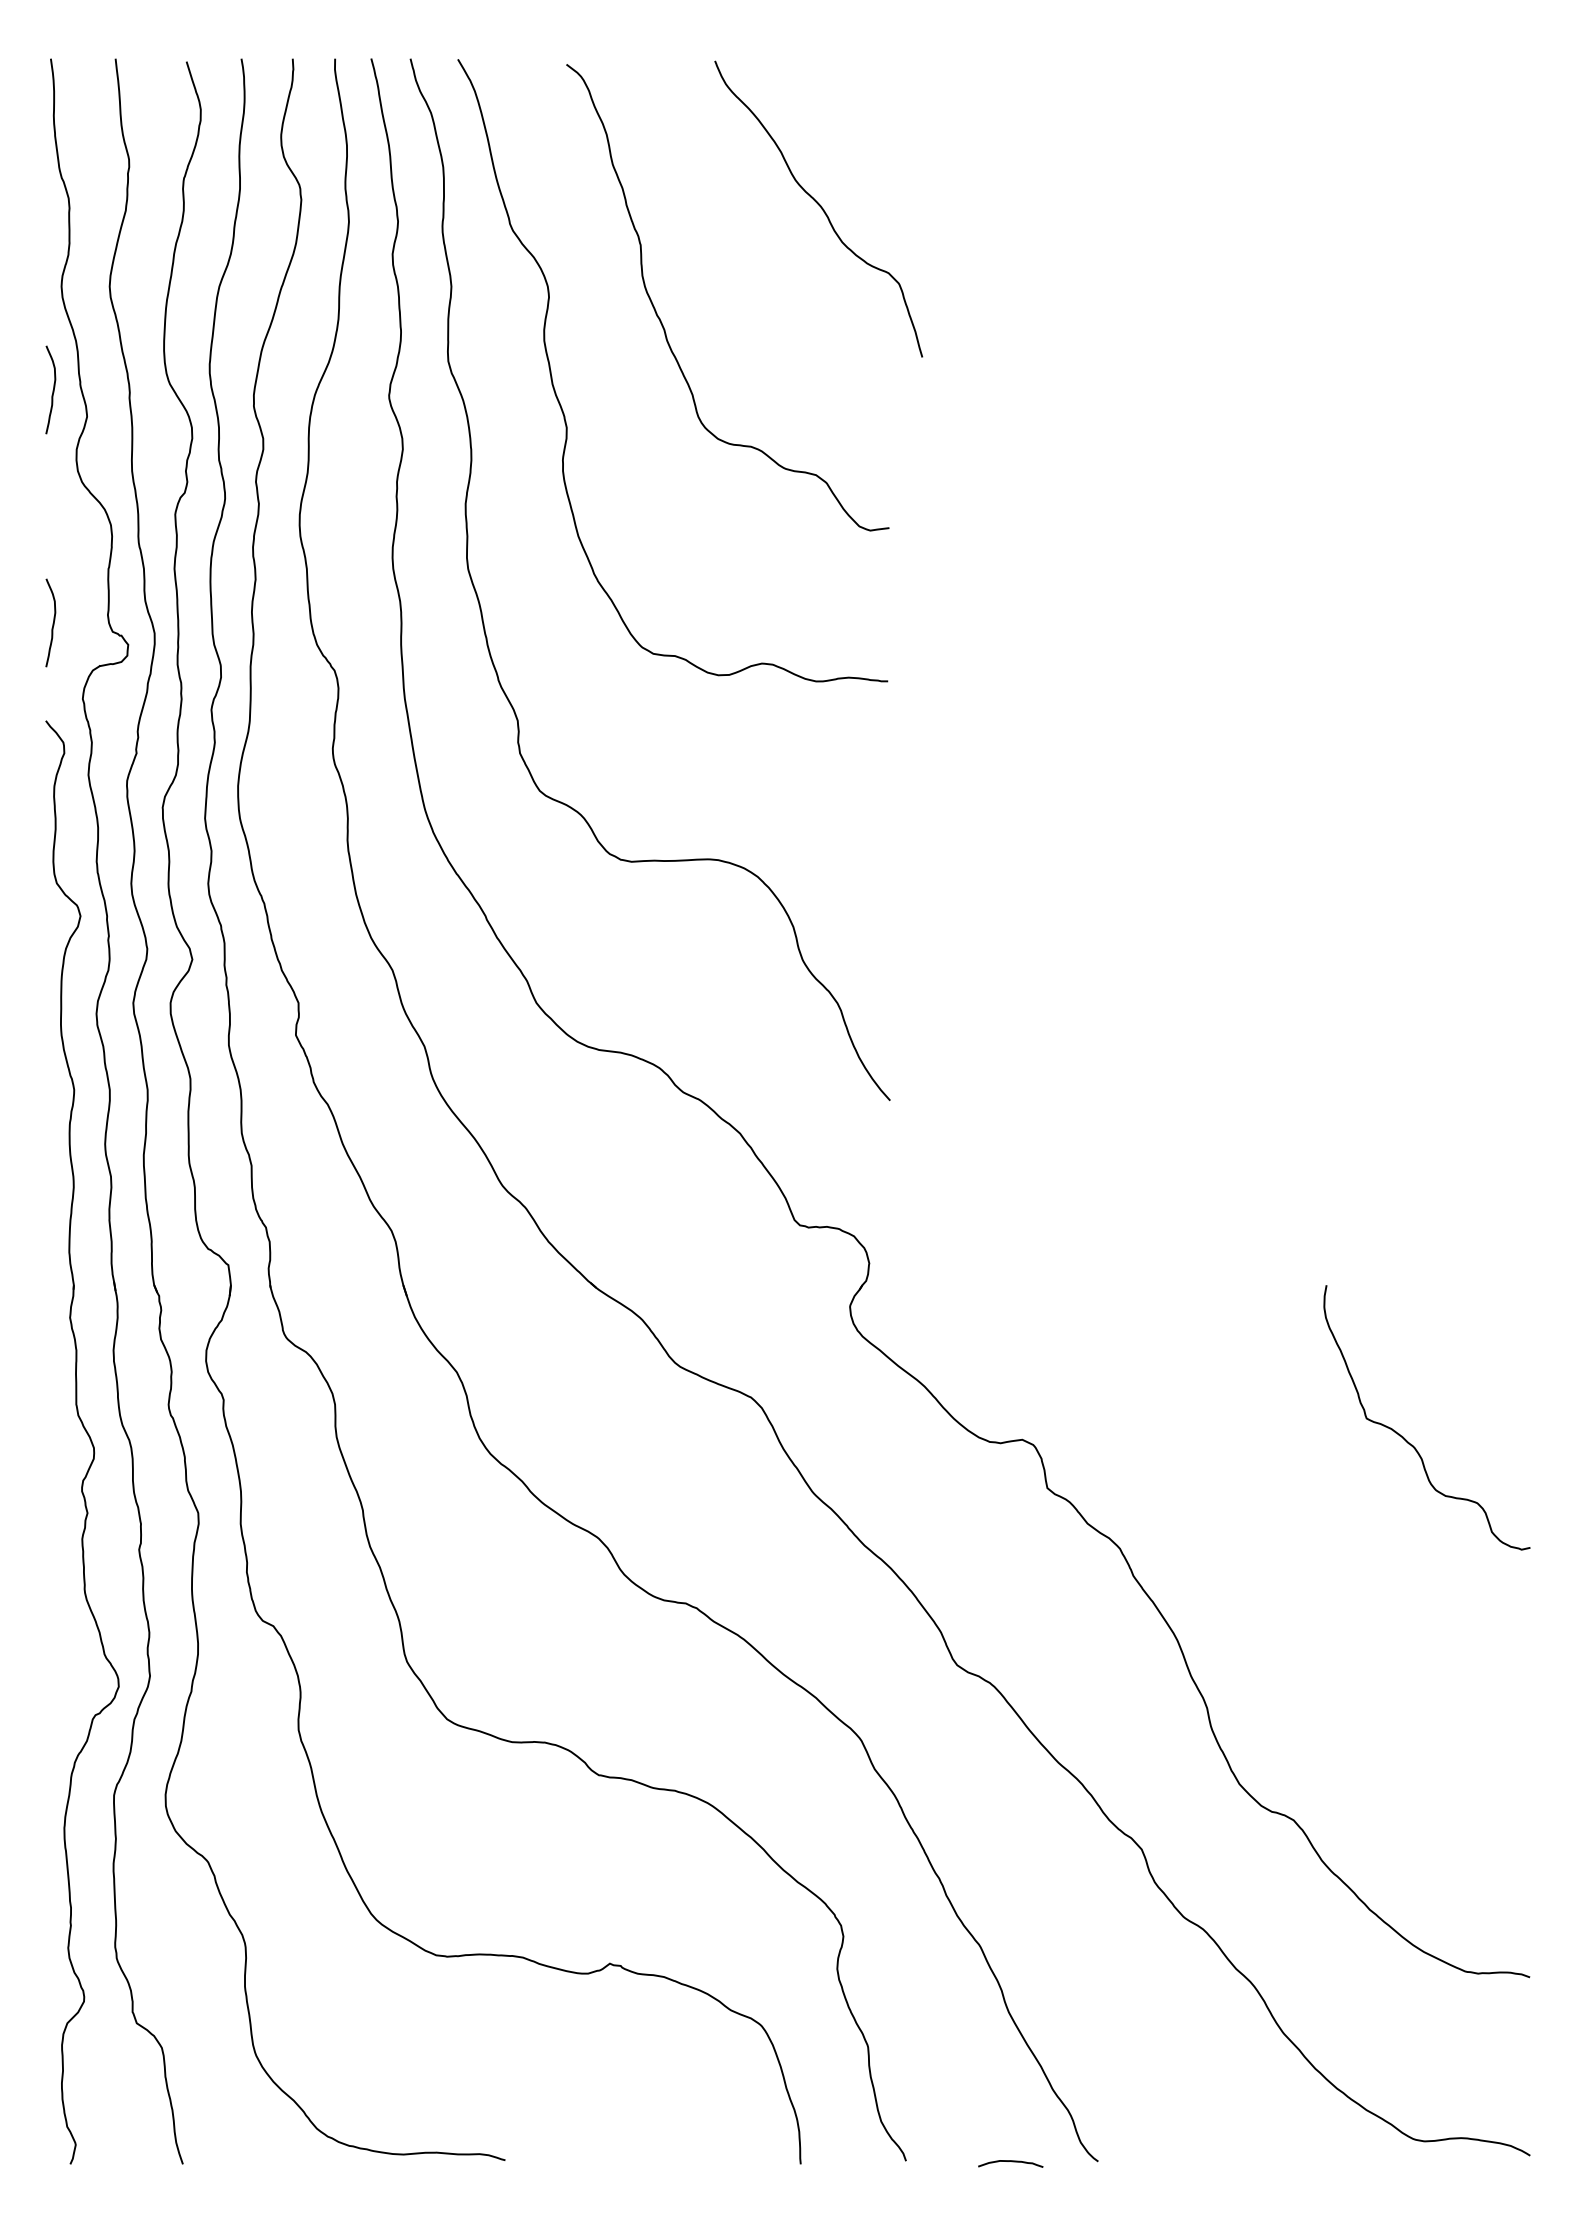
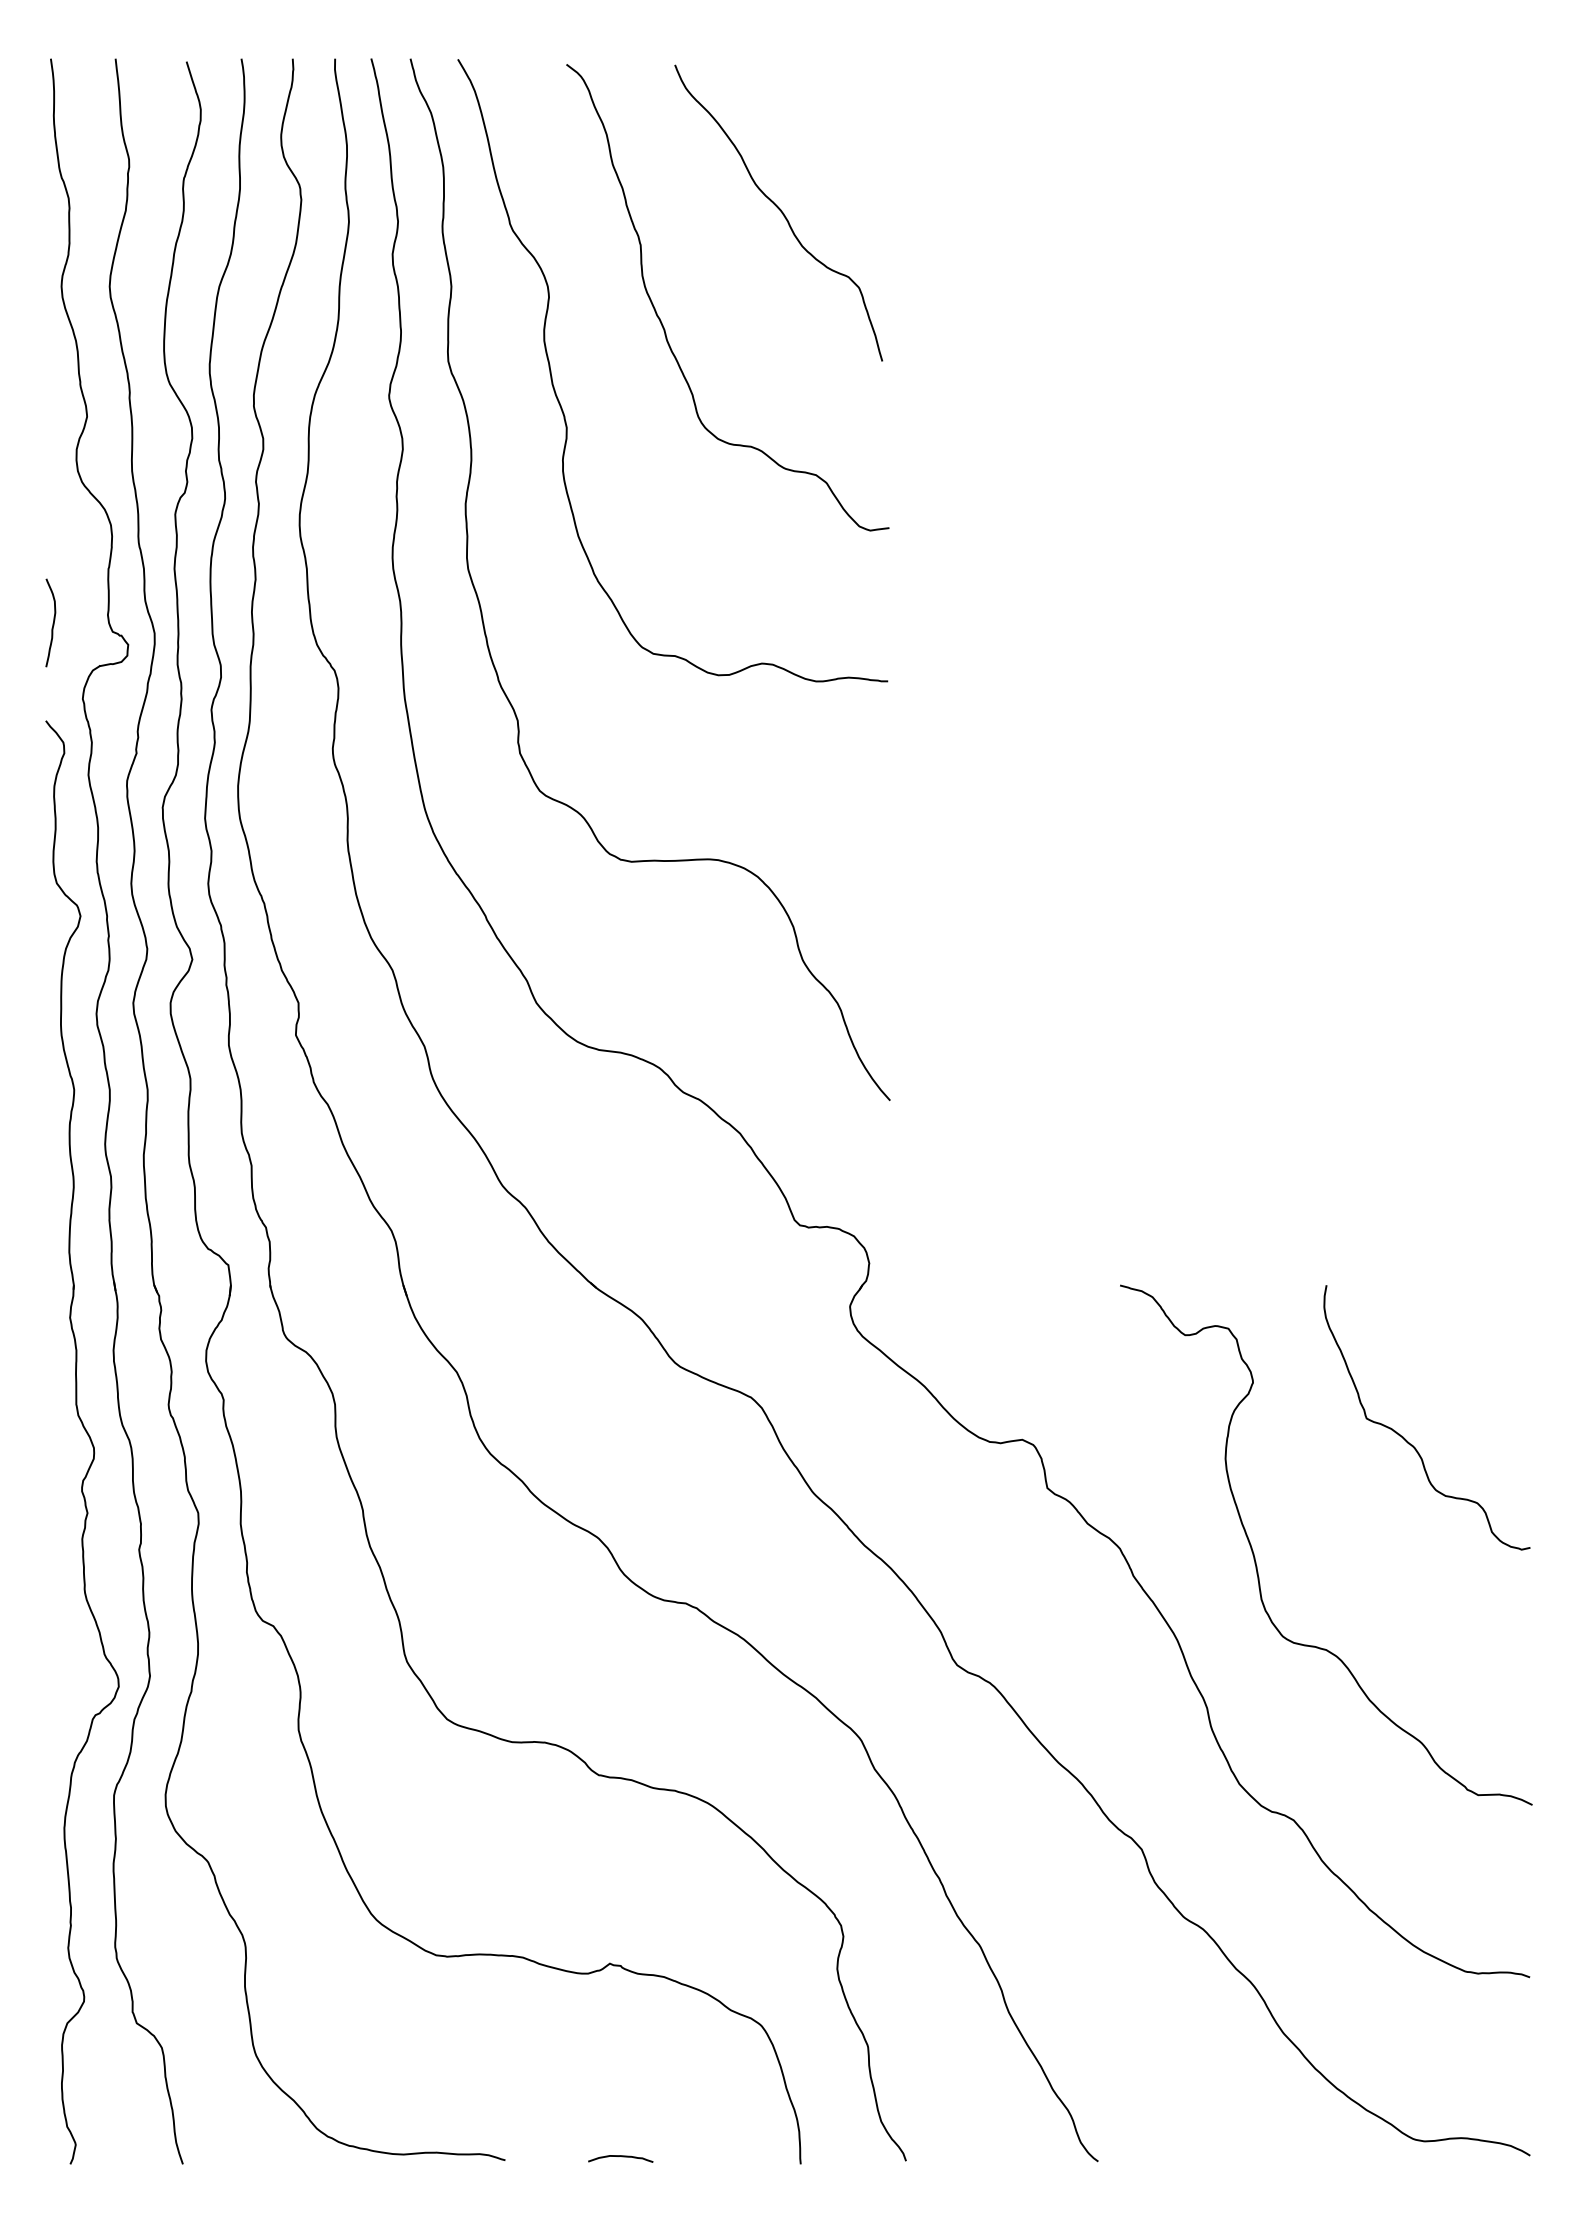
curve at (819, 206) position: (819, 206) -> (779, 210)
curve at (52, 390): present -> none
curve at (1256, 1561): none -> present
curve at (1010, 2161) position: (1010, 2161) -> (620, 2156)
